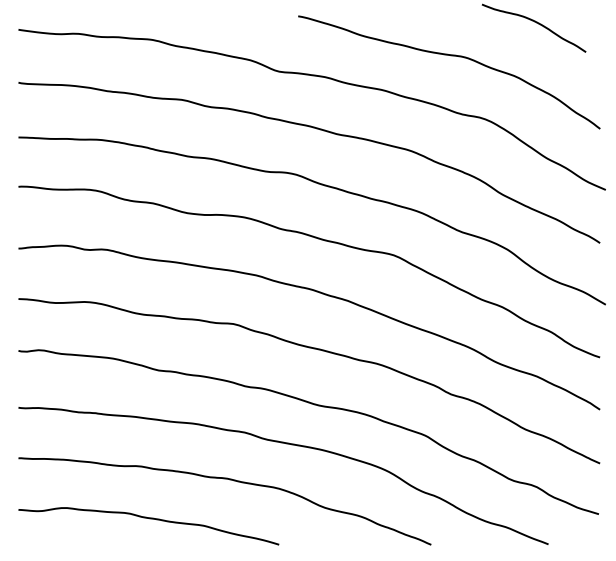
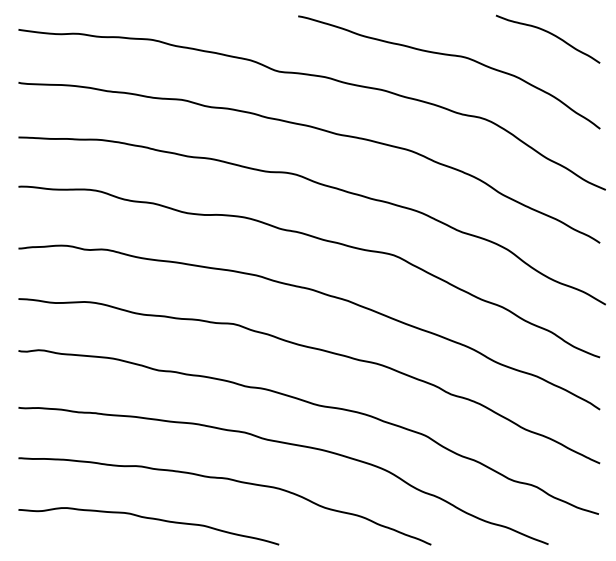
curve at (536, 23) position: (536, 23) -> (550, 34)
